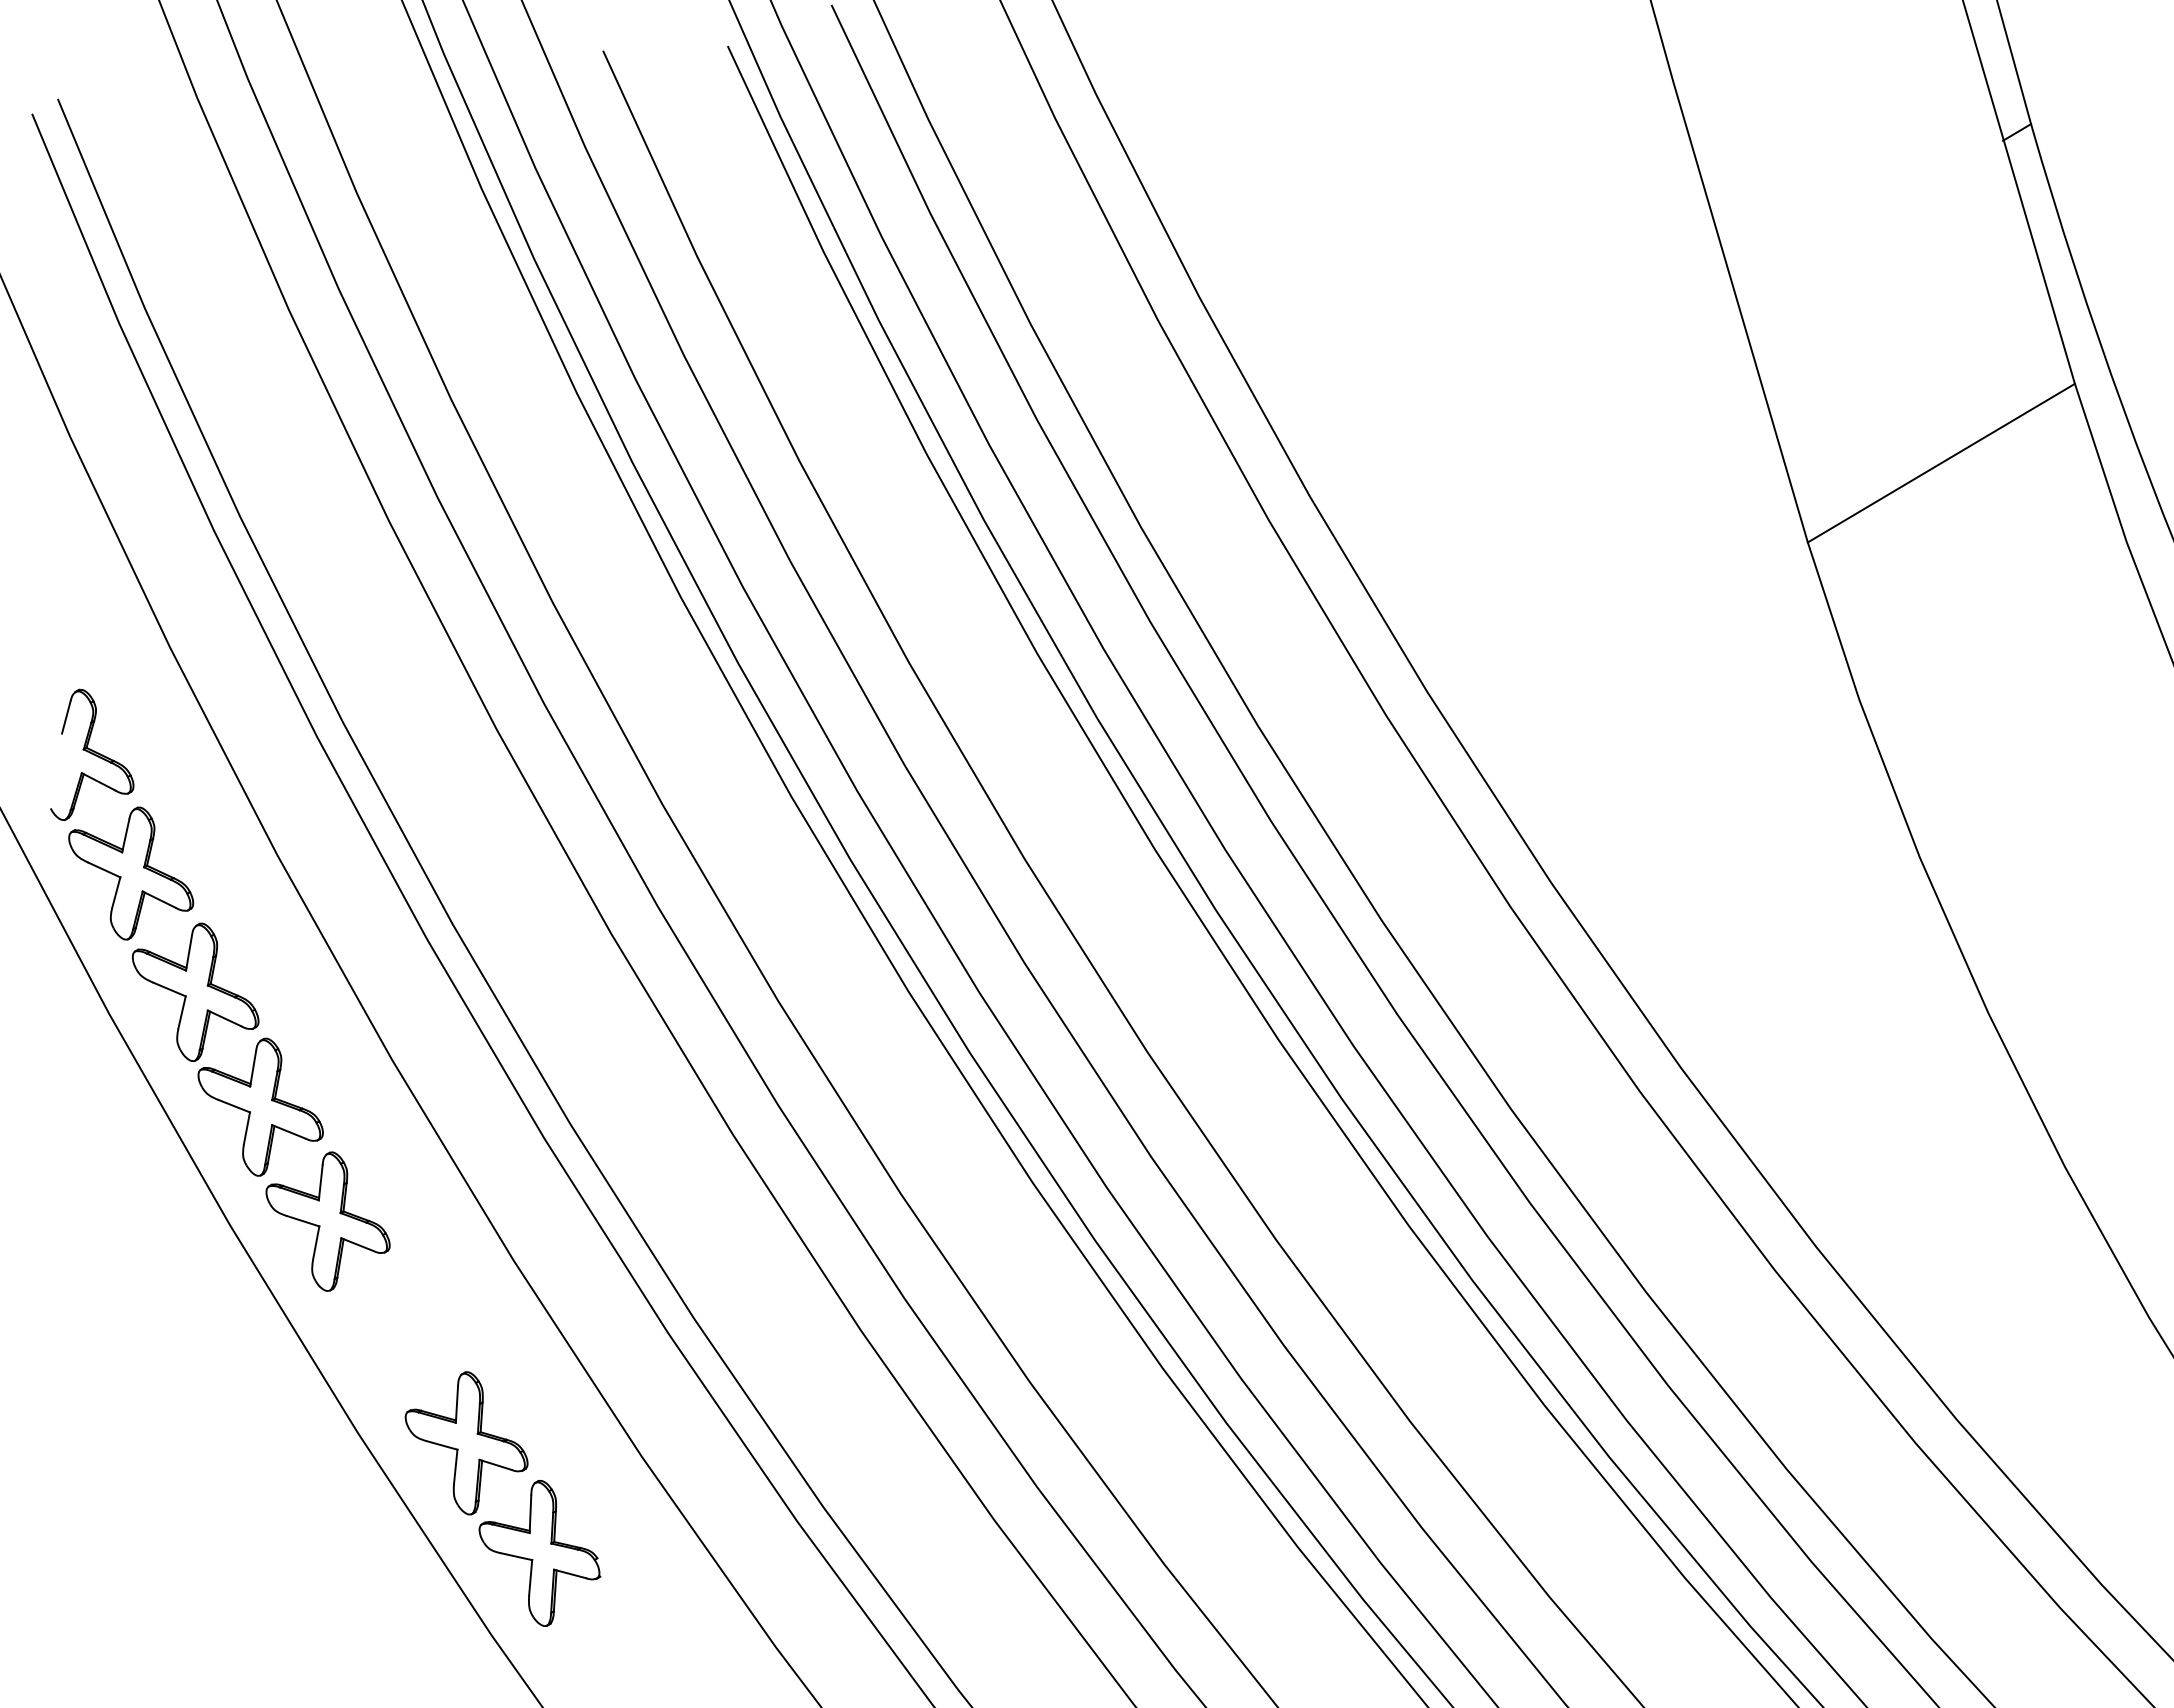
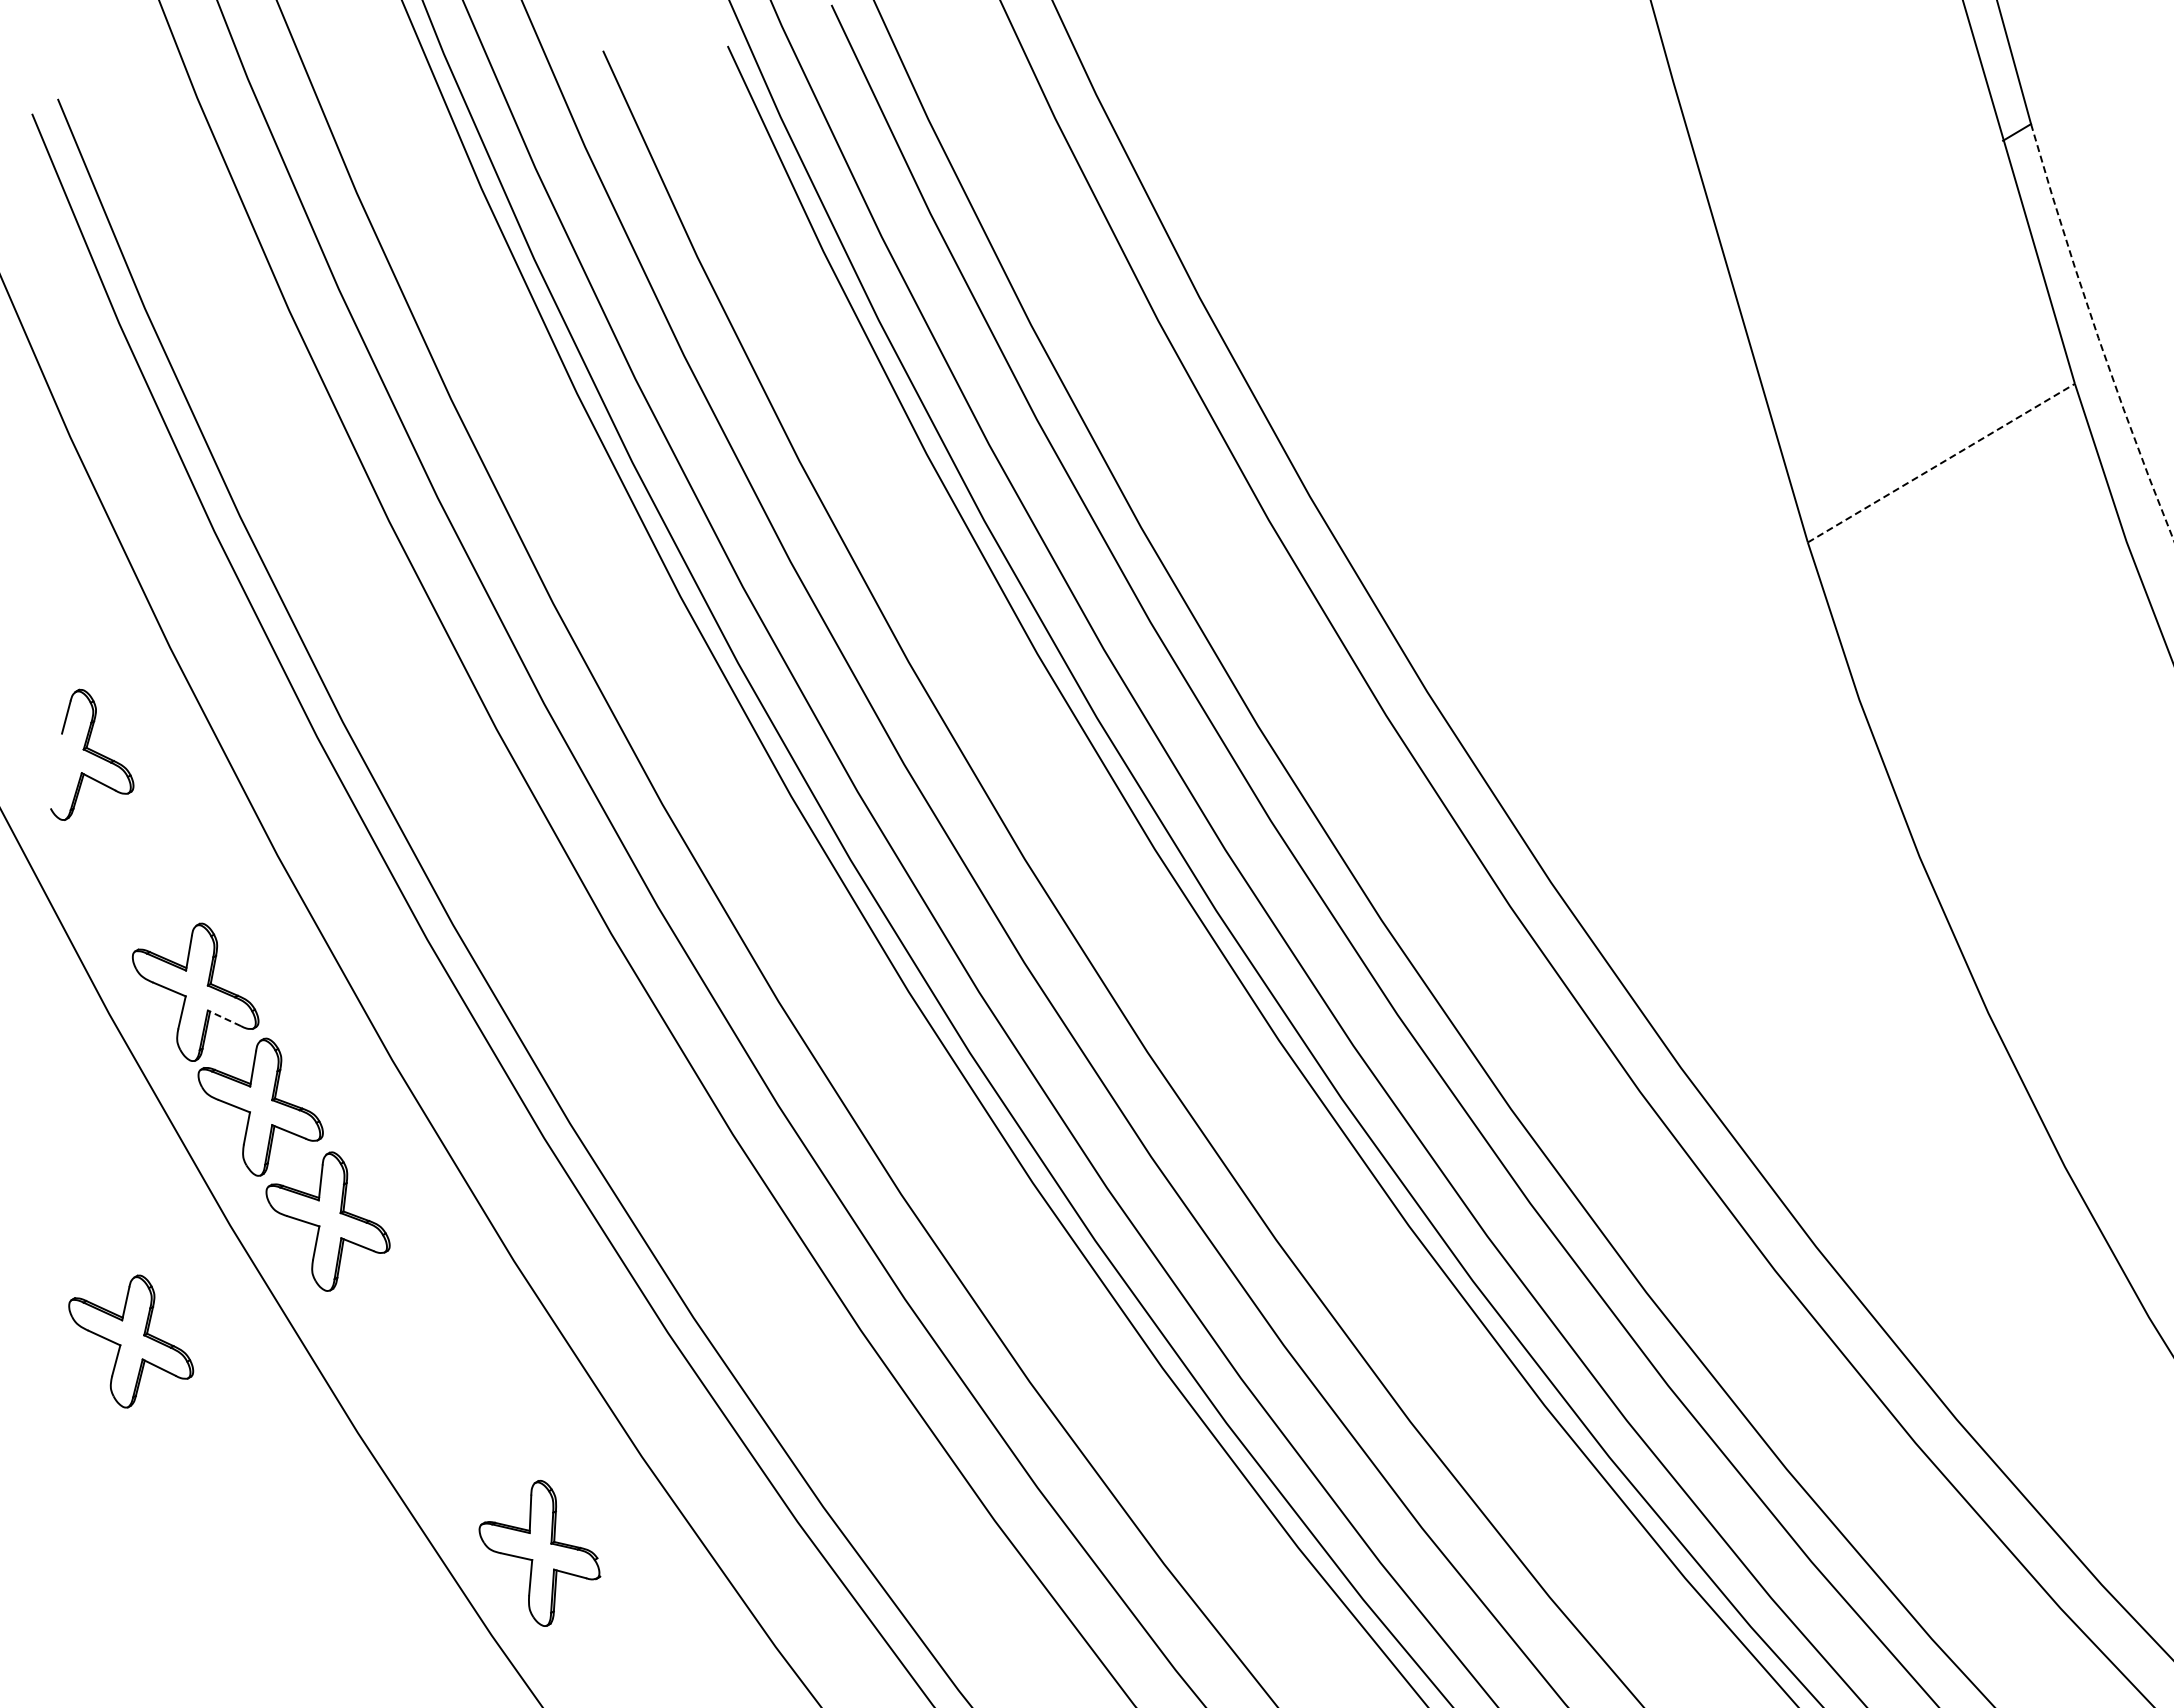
arc at (2097, 335): solid -> dashed
line at (1941, 462): solid -> dashed
part at (131, 873) position: (131, 873) -> (131, 1341)
line at (223, 1018): solid -> dashed
part at (466, 1443): present -> none
